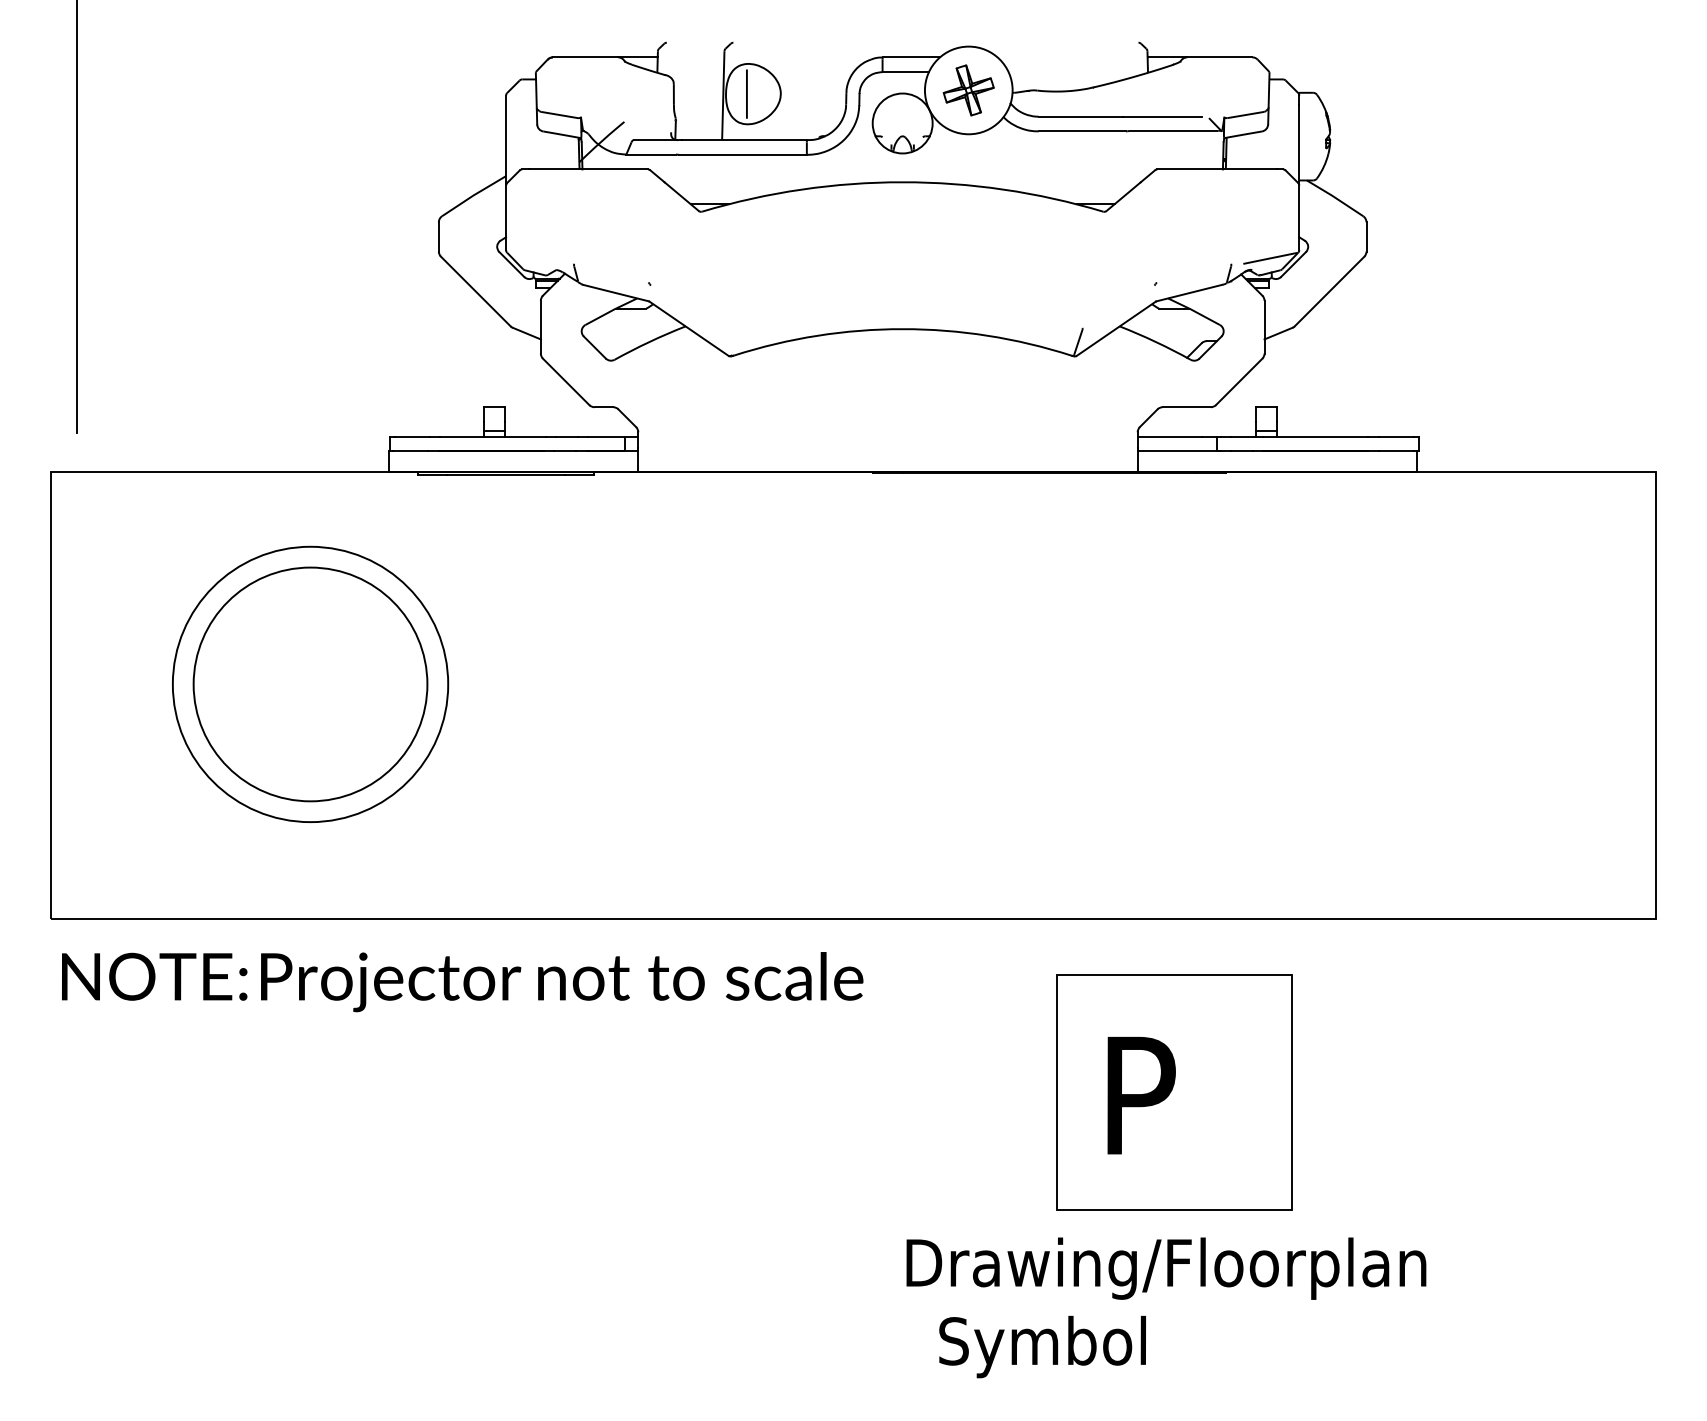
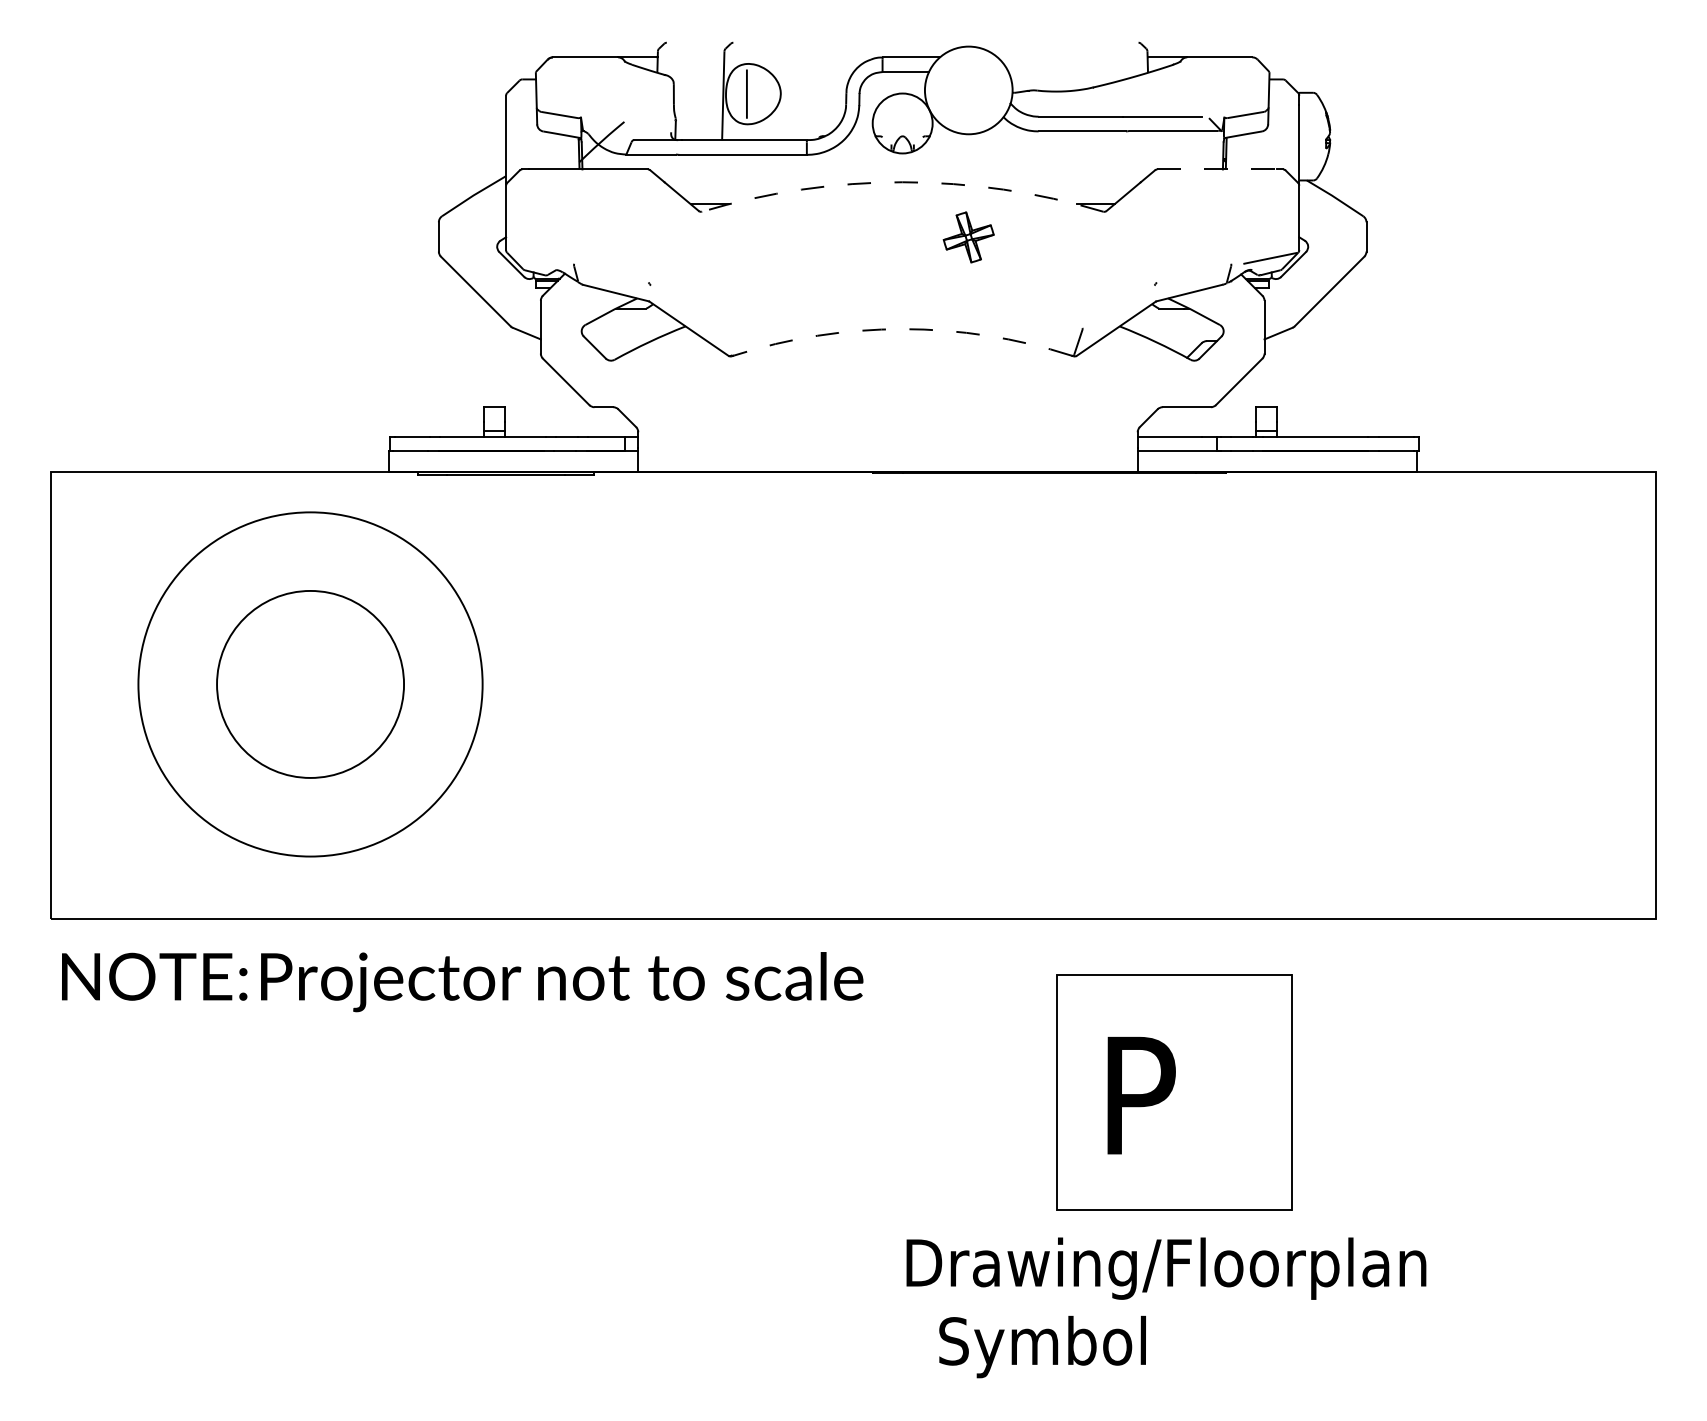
part at (968, 90) position: (968, 90) -> (968, 237)
line at (1217, 169): solid -> dashed
arc at (902, 182): solid -> dashed
line at (76, 217): present -> none
arc at (902, 329): solid -> dashed
circle at (310, 684) diameter: 234 px -> 187 px
circle at (310, 684) diameter: 275 px -> 344 px
